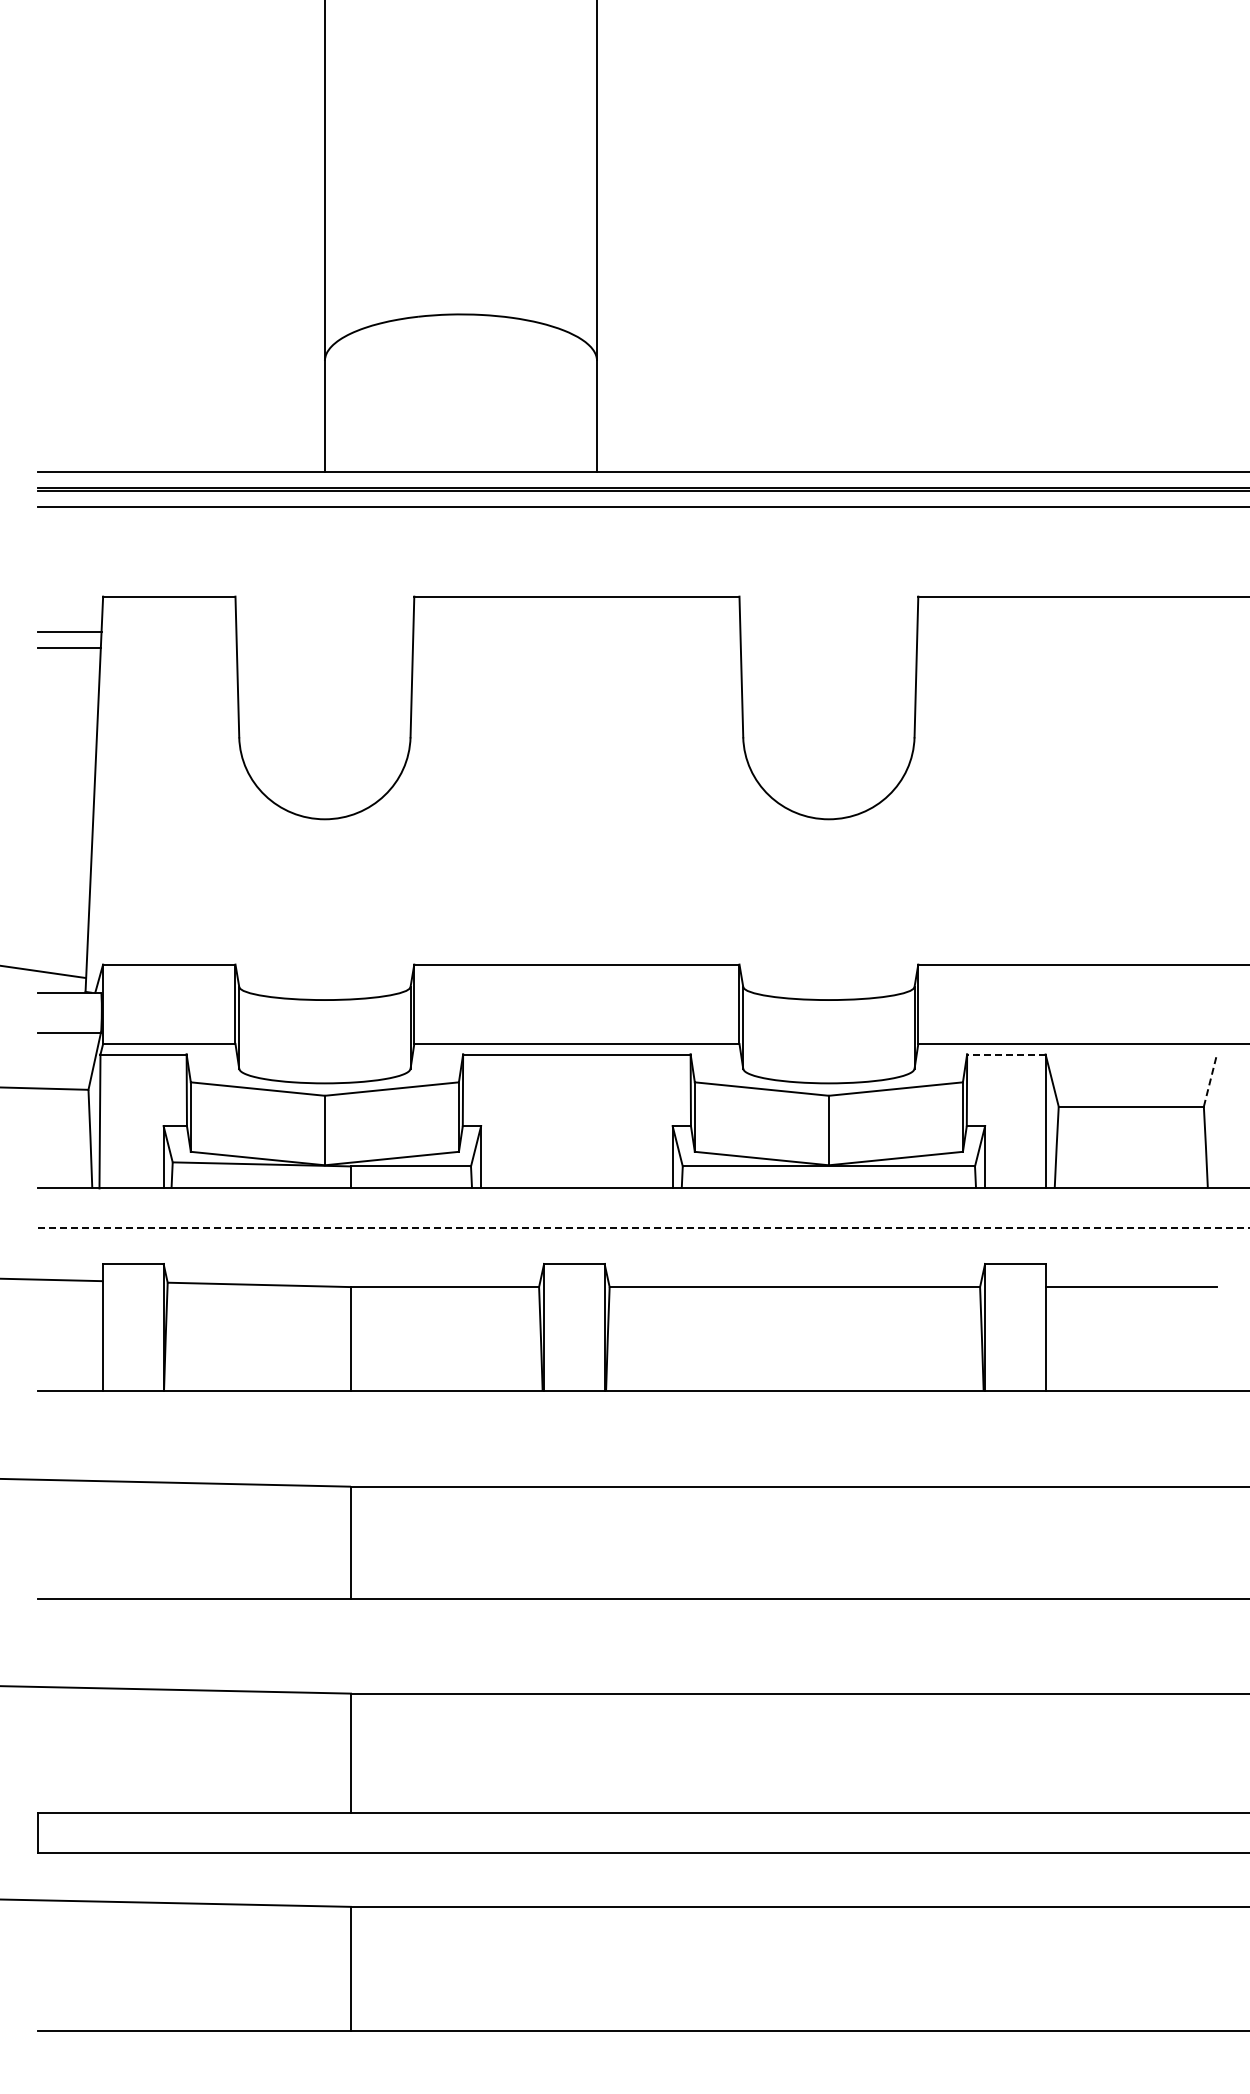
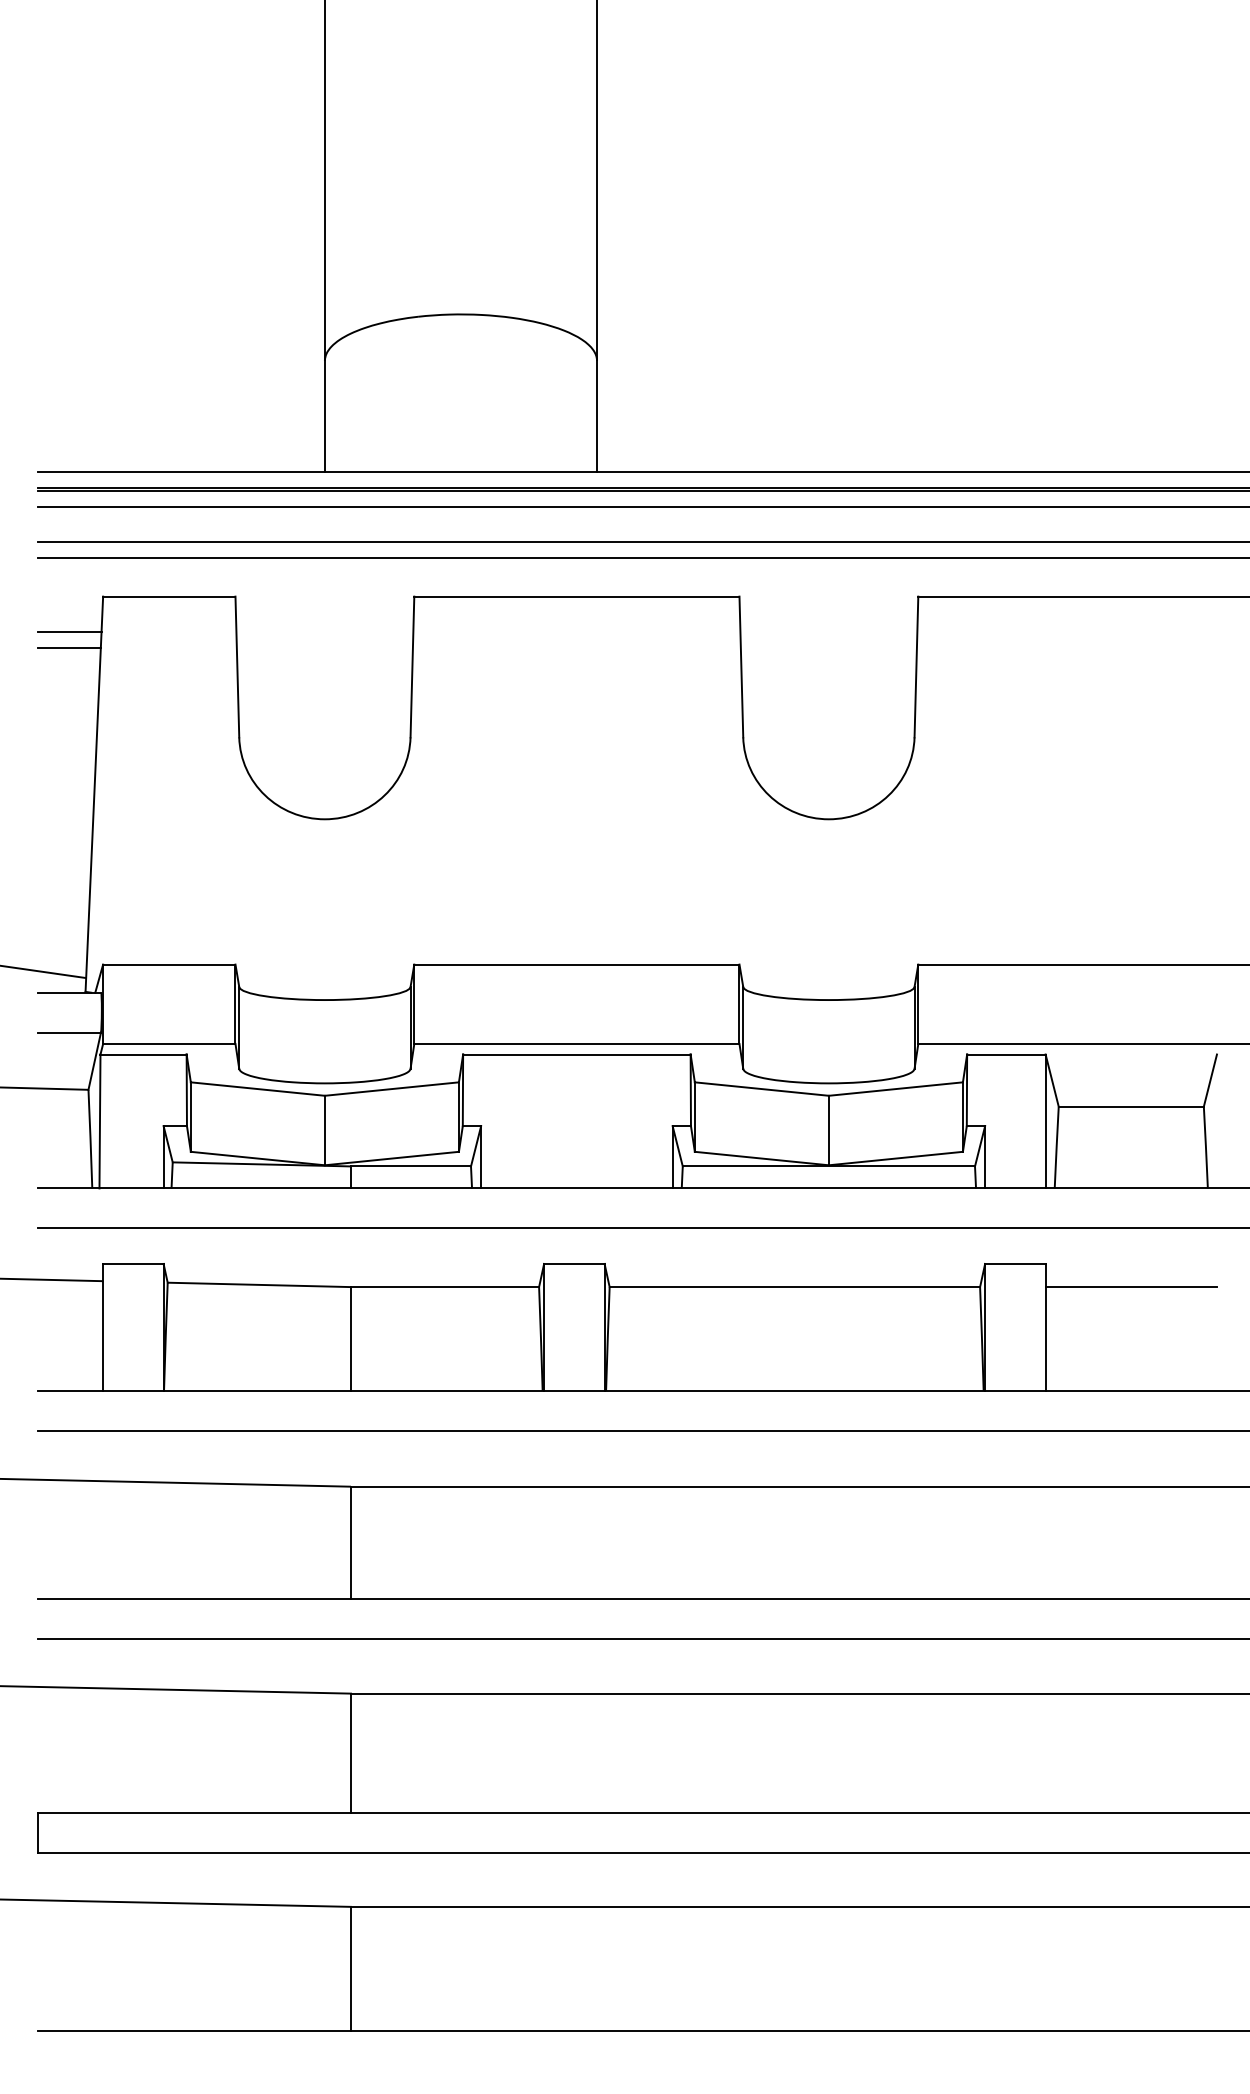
line at (641, 542): none -> present
line at (641, 558): none -> present
line at (1005, 1054): dashed -> solid
line at (1210, 1080): dashed -> solid
line at (643, 1228): dashed -> solid
line at (641, 1430): none -> present
line at (641, 1639): none -> present
